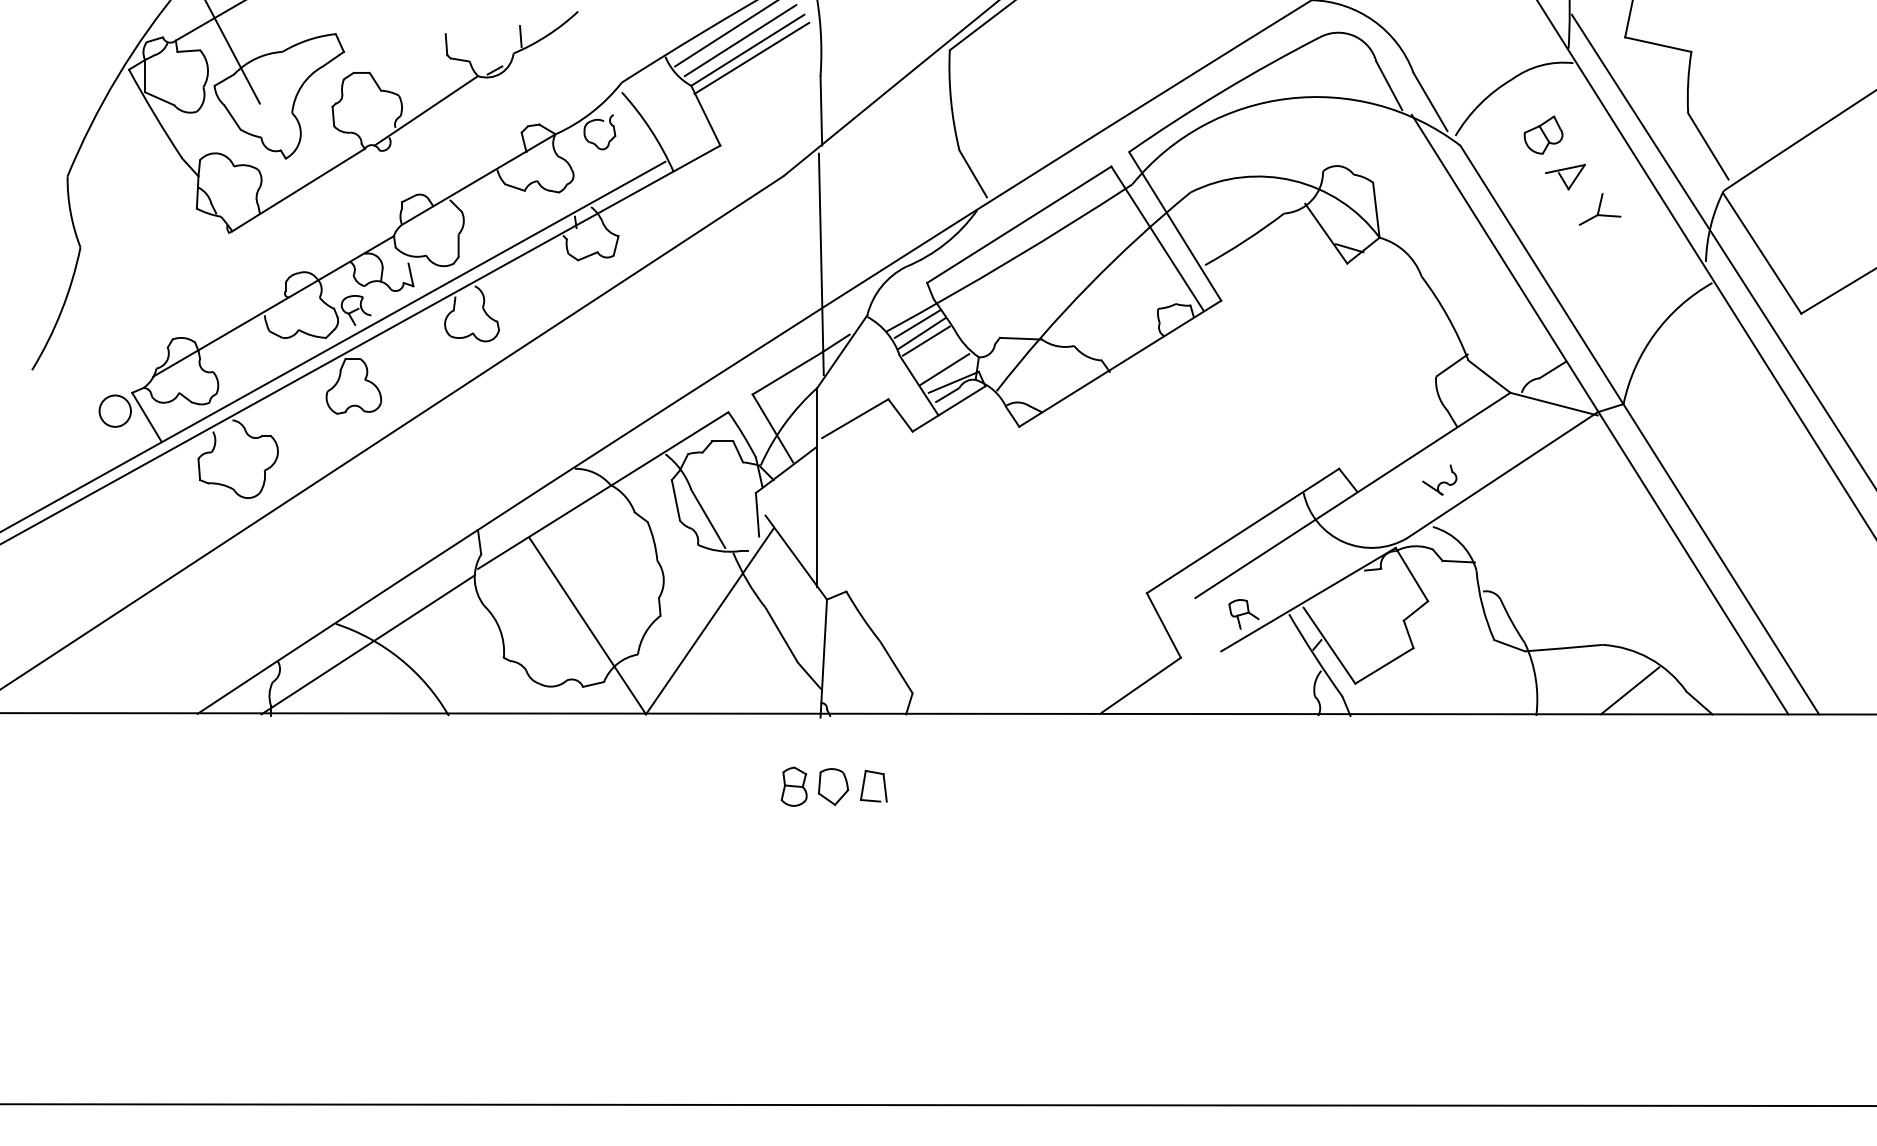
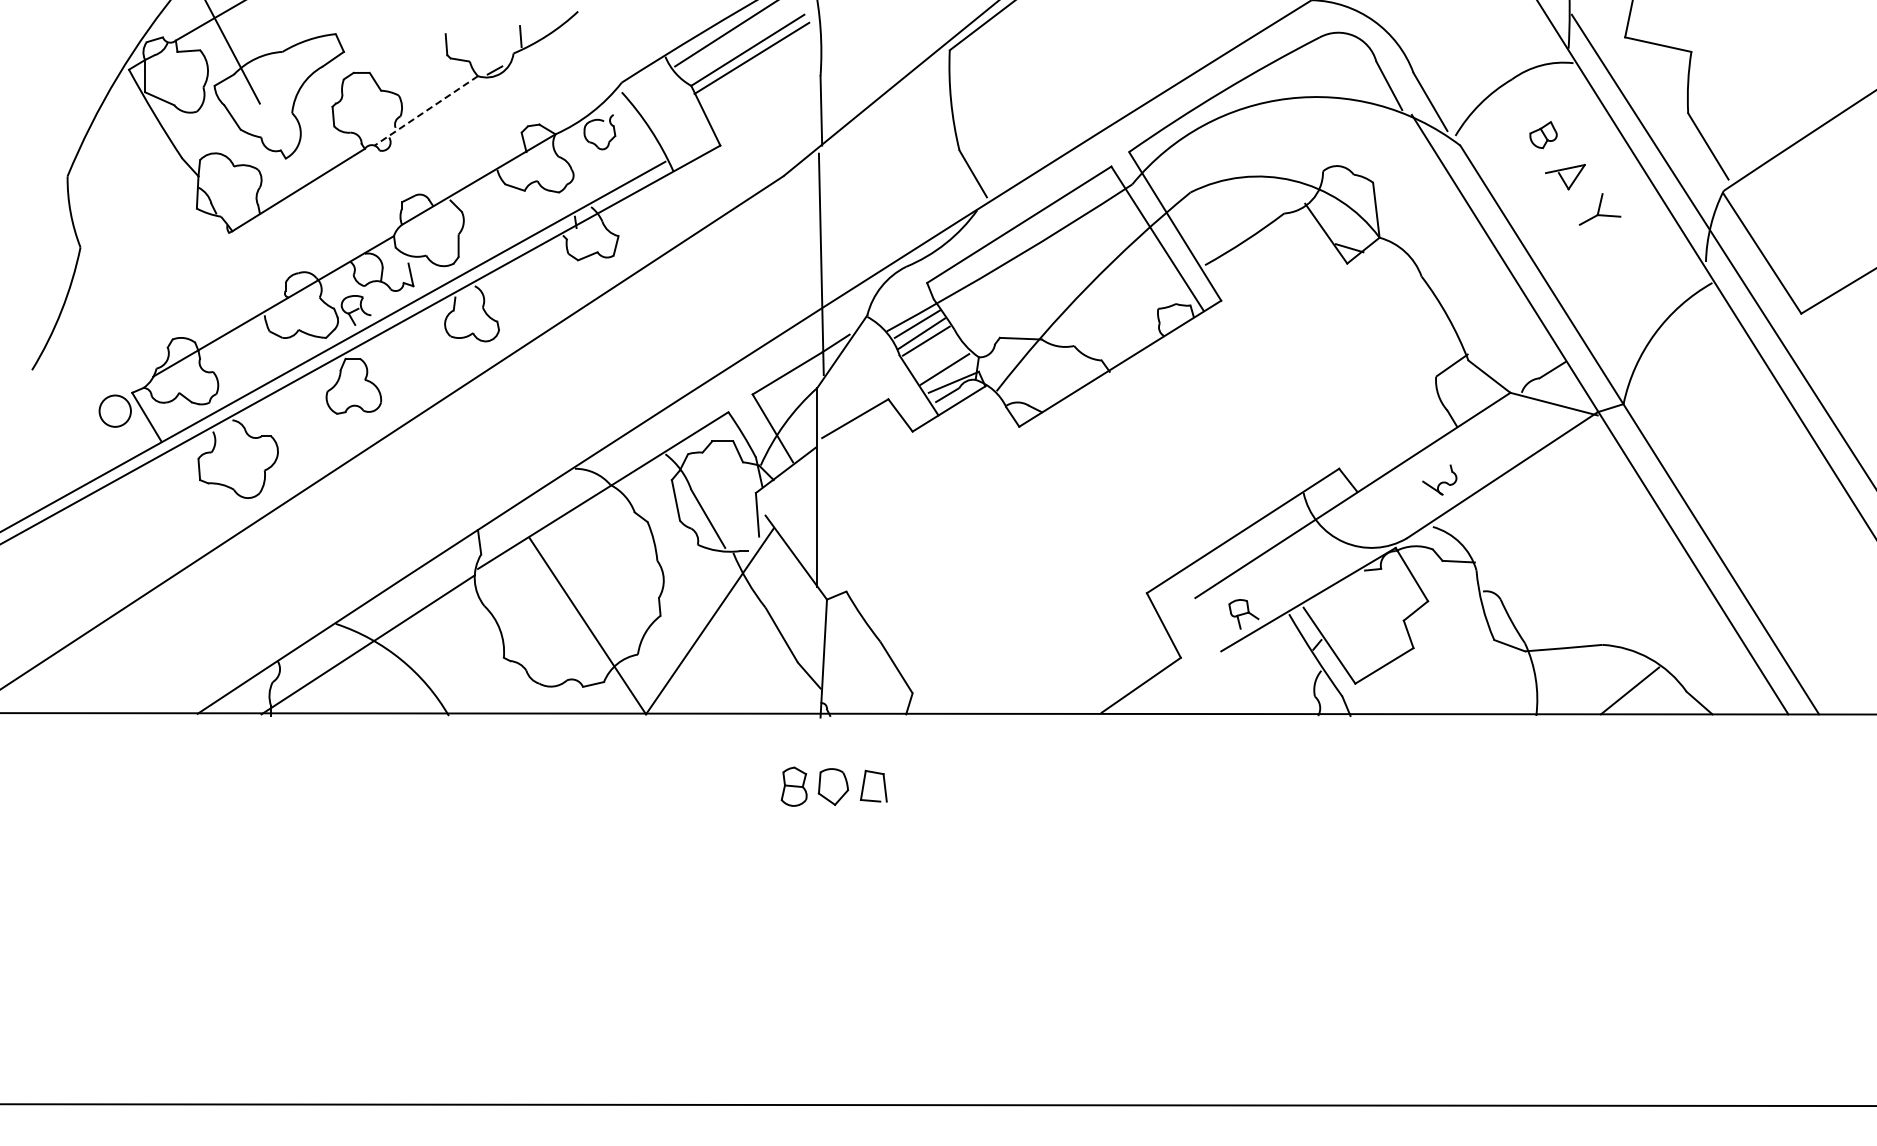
line at (740, 40): present -> none
line at (425, 111): solid -> dashed
part at (1543, 134) size: 41x40 px -> 29x29 px
